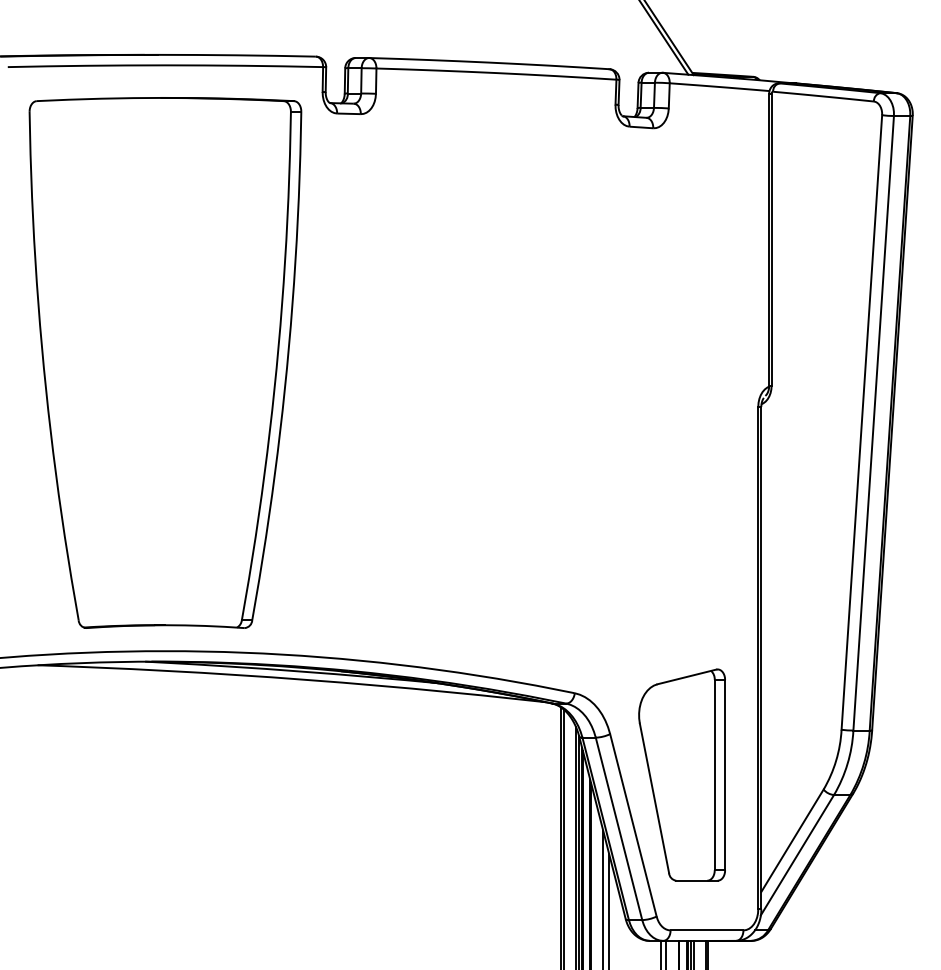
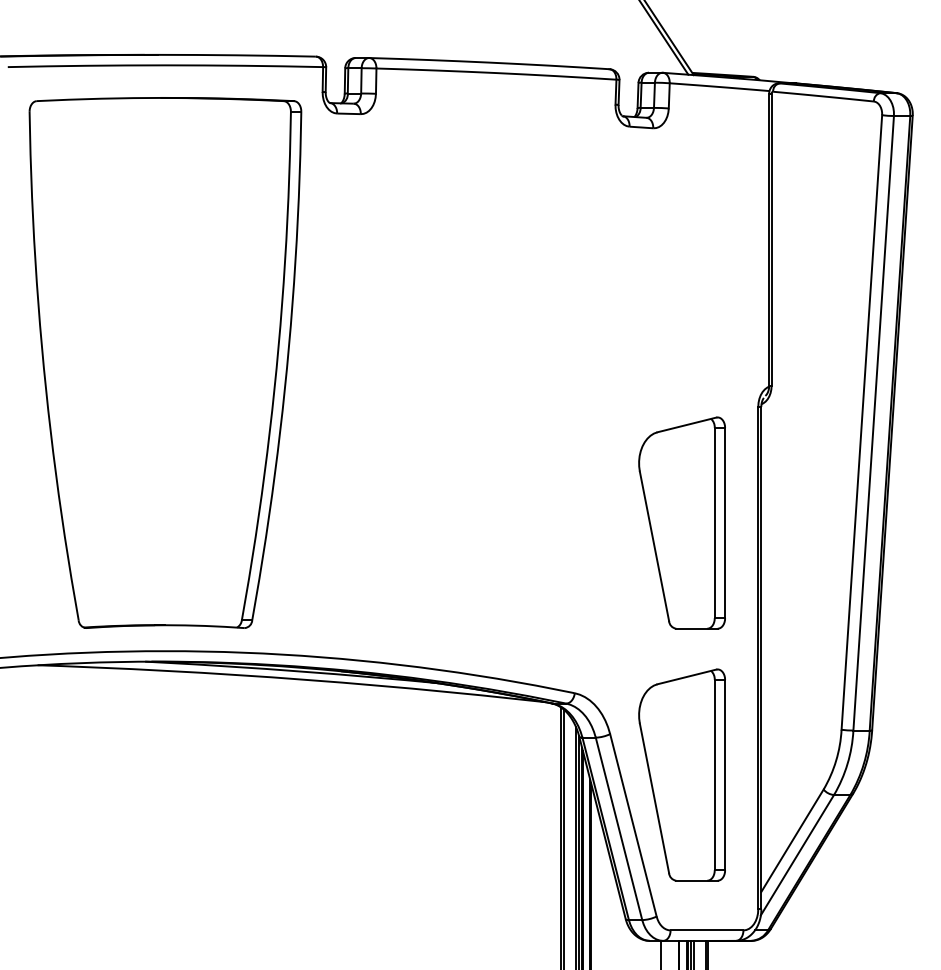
part at (681, 522): none -> present
line at (603, 898): present -> none
line at (609, 910): present -> none
line at (666, 953): present -> none
